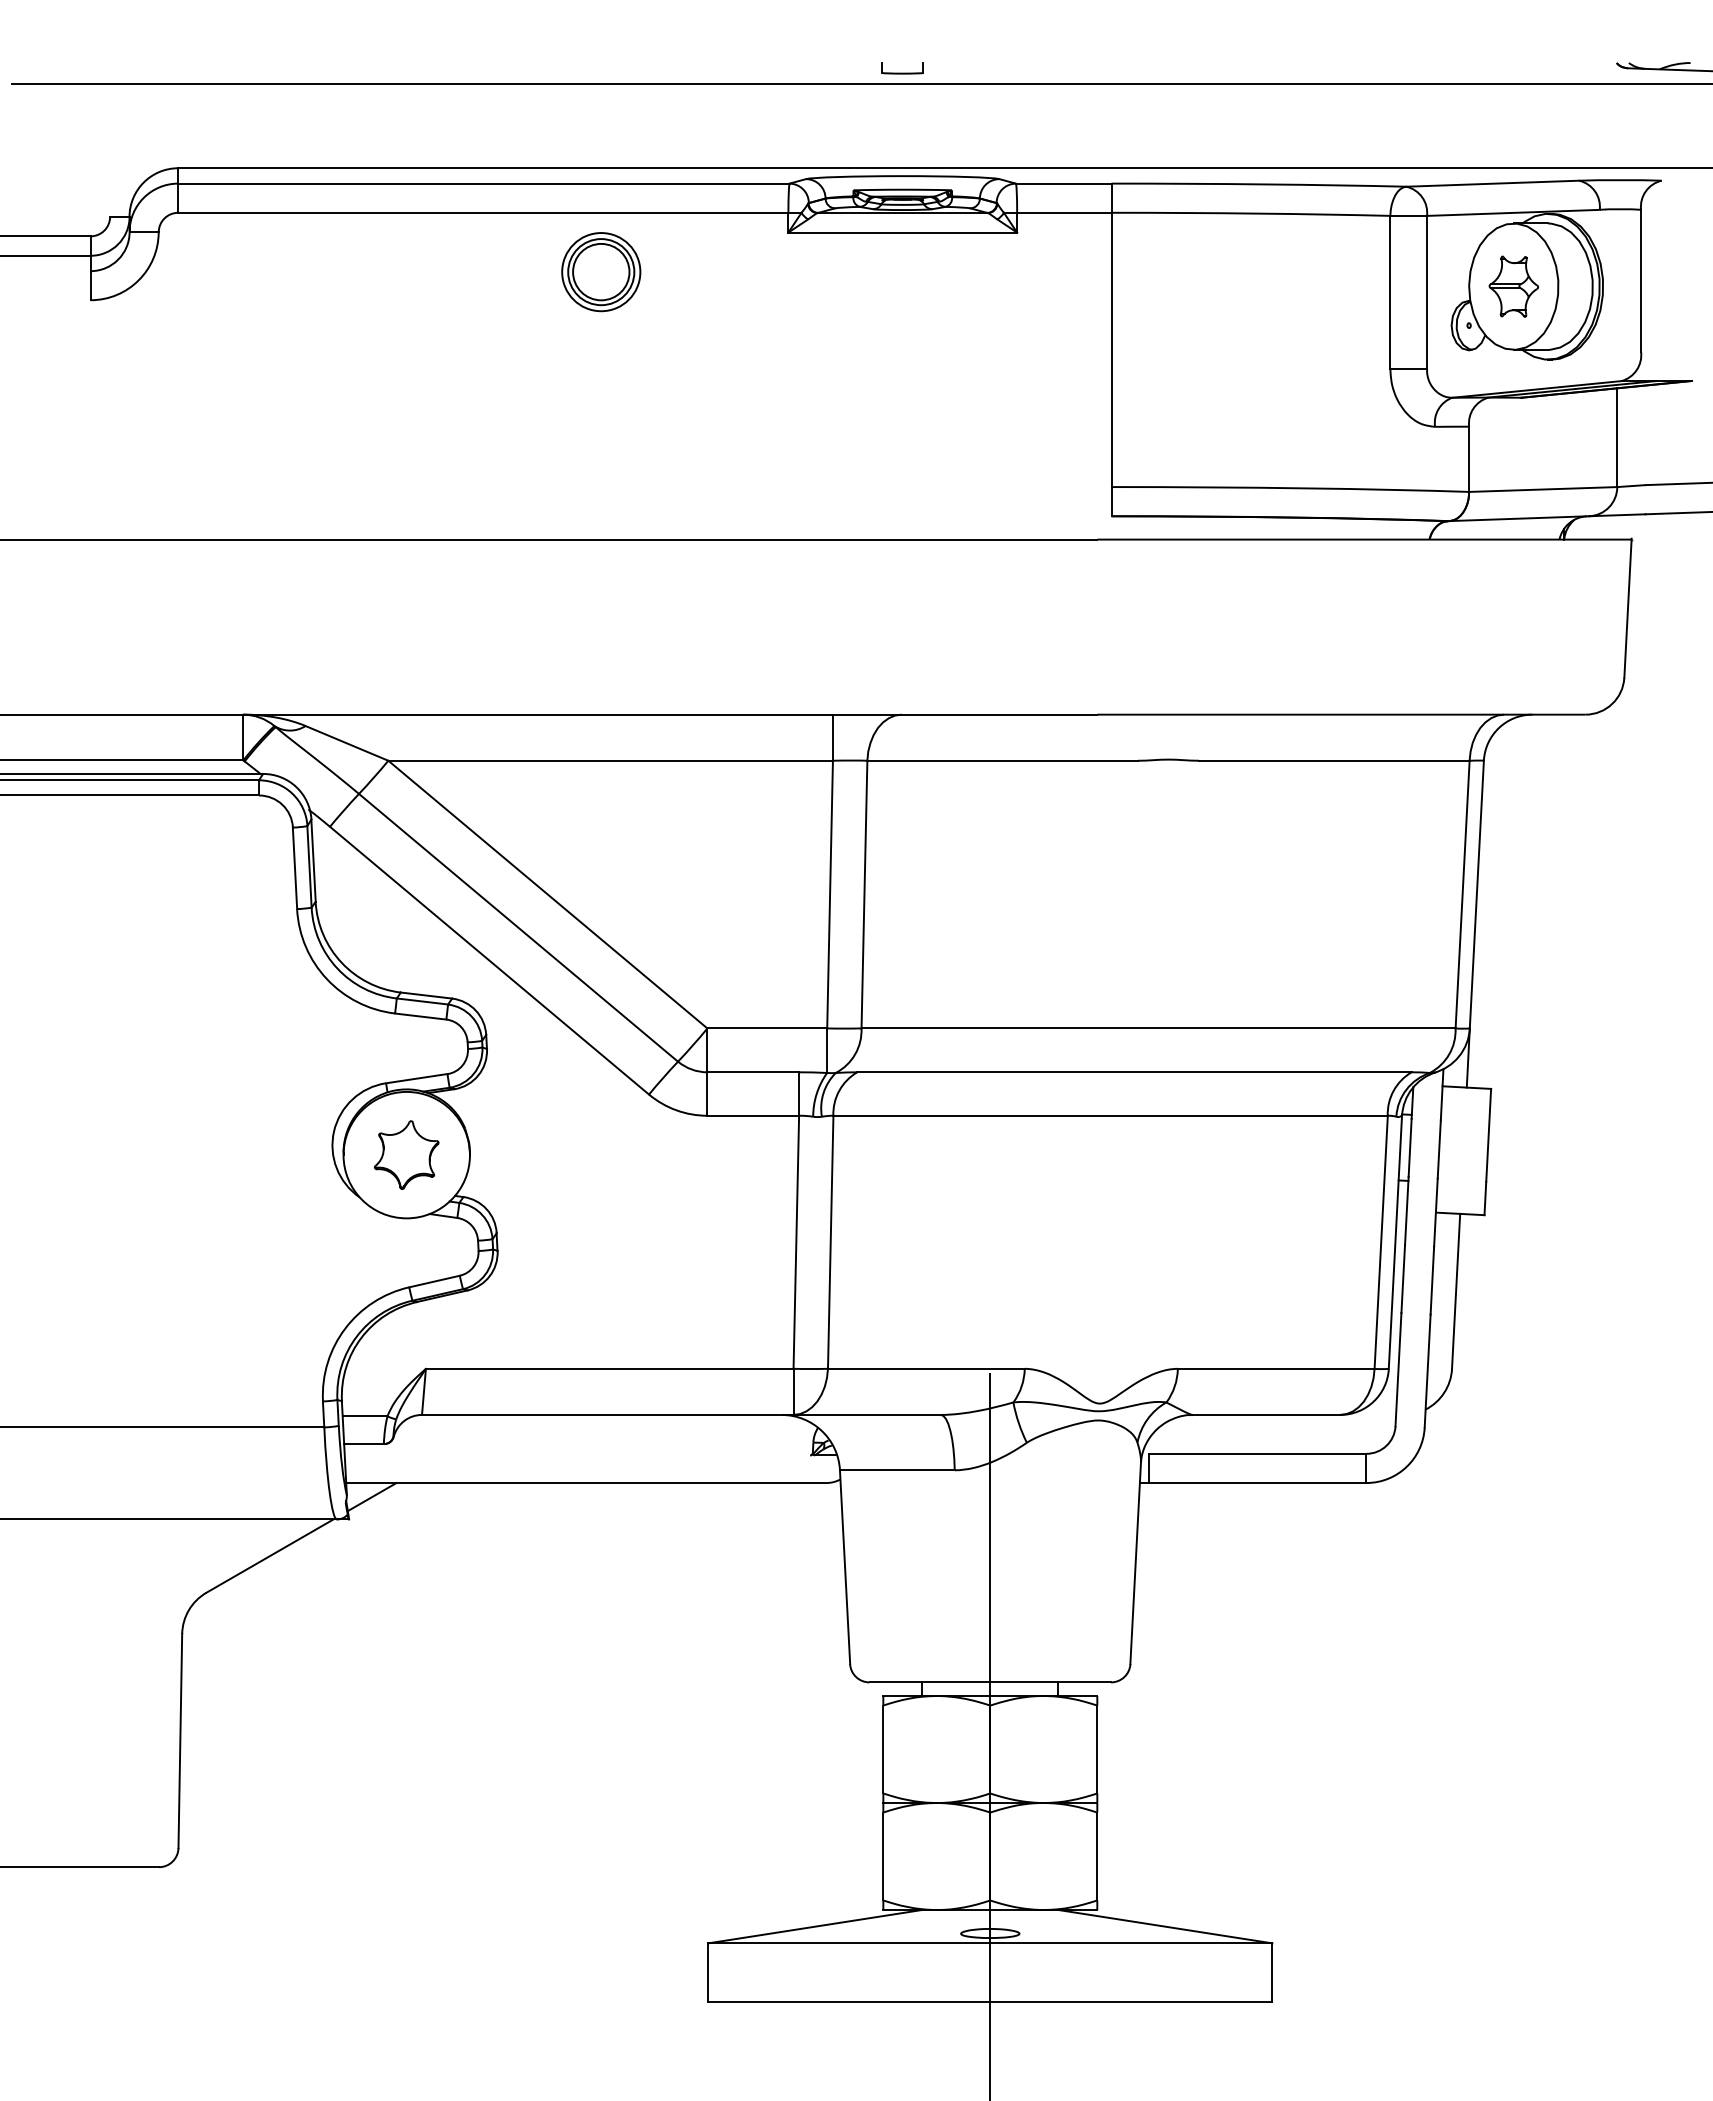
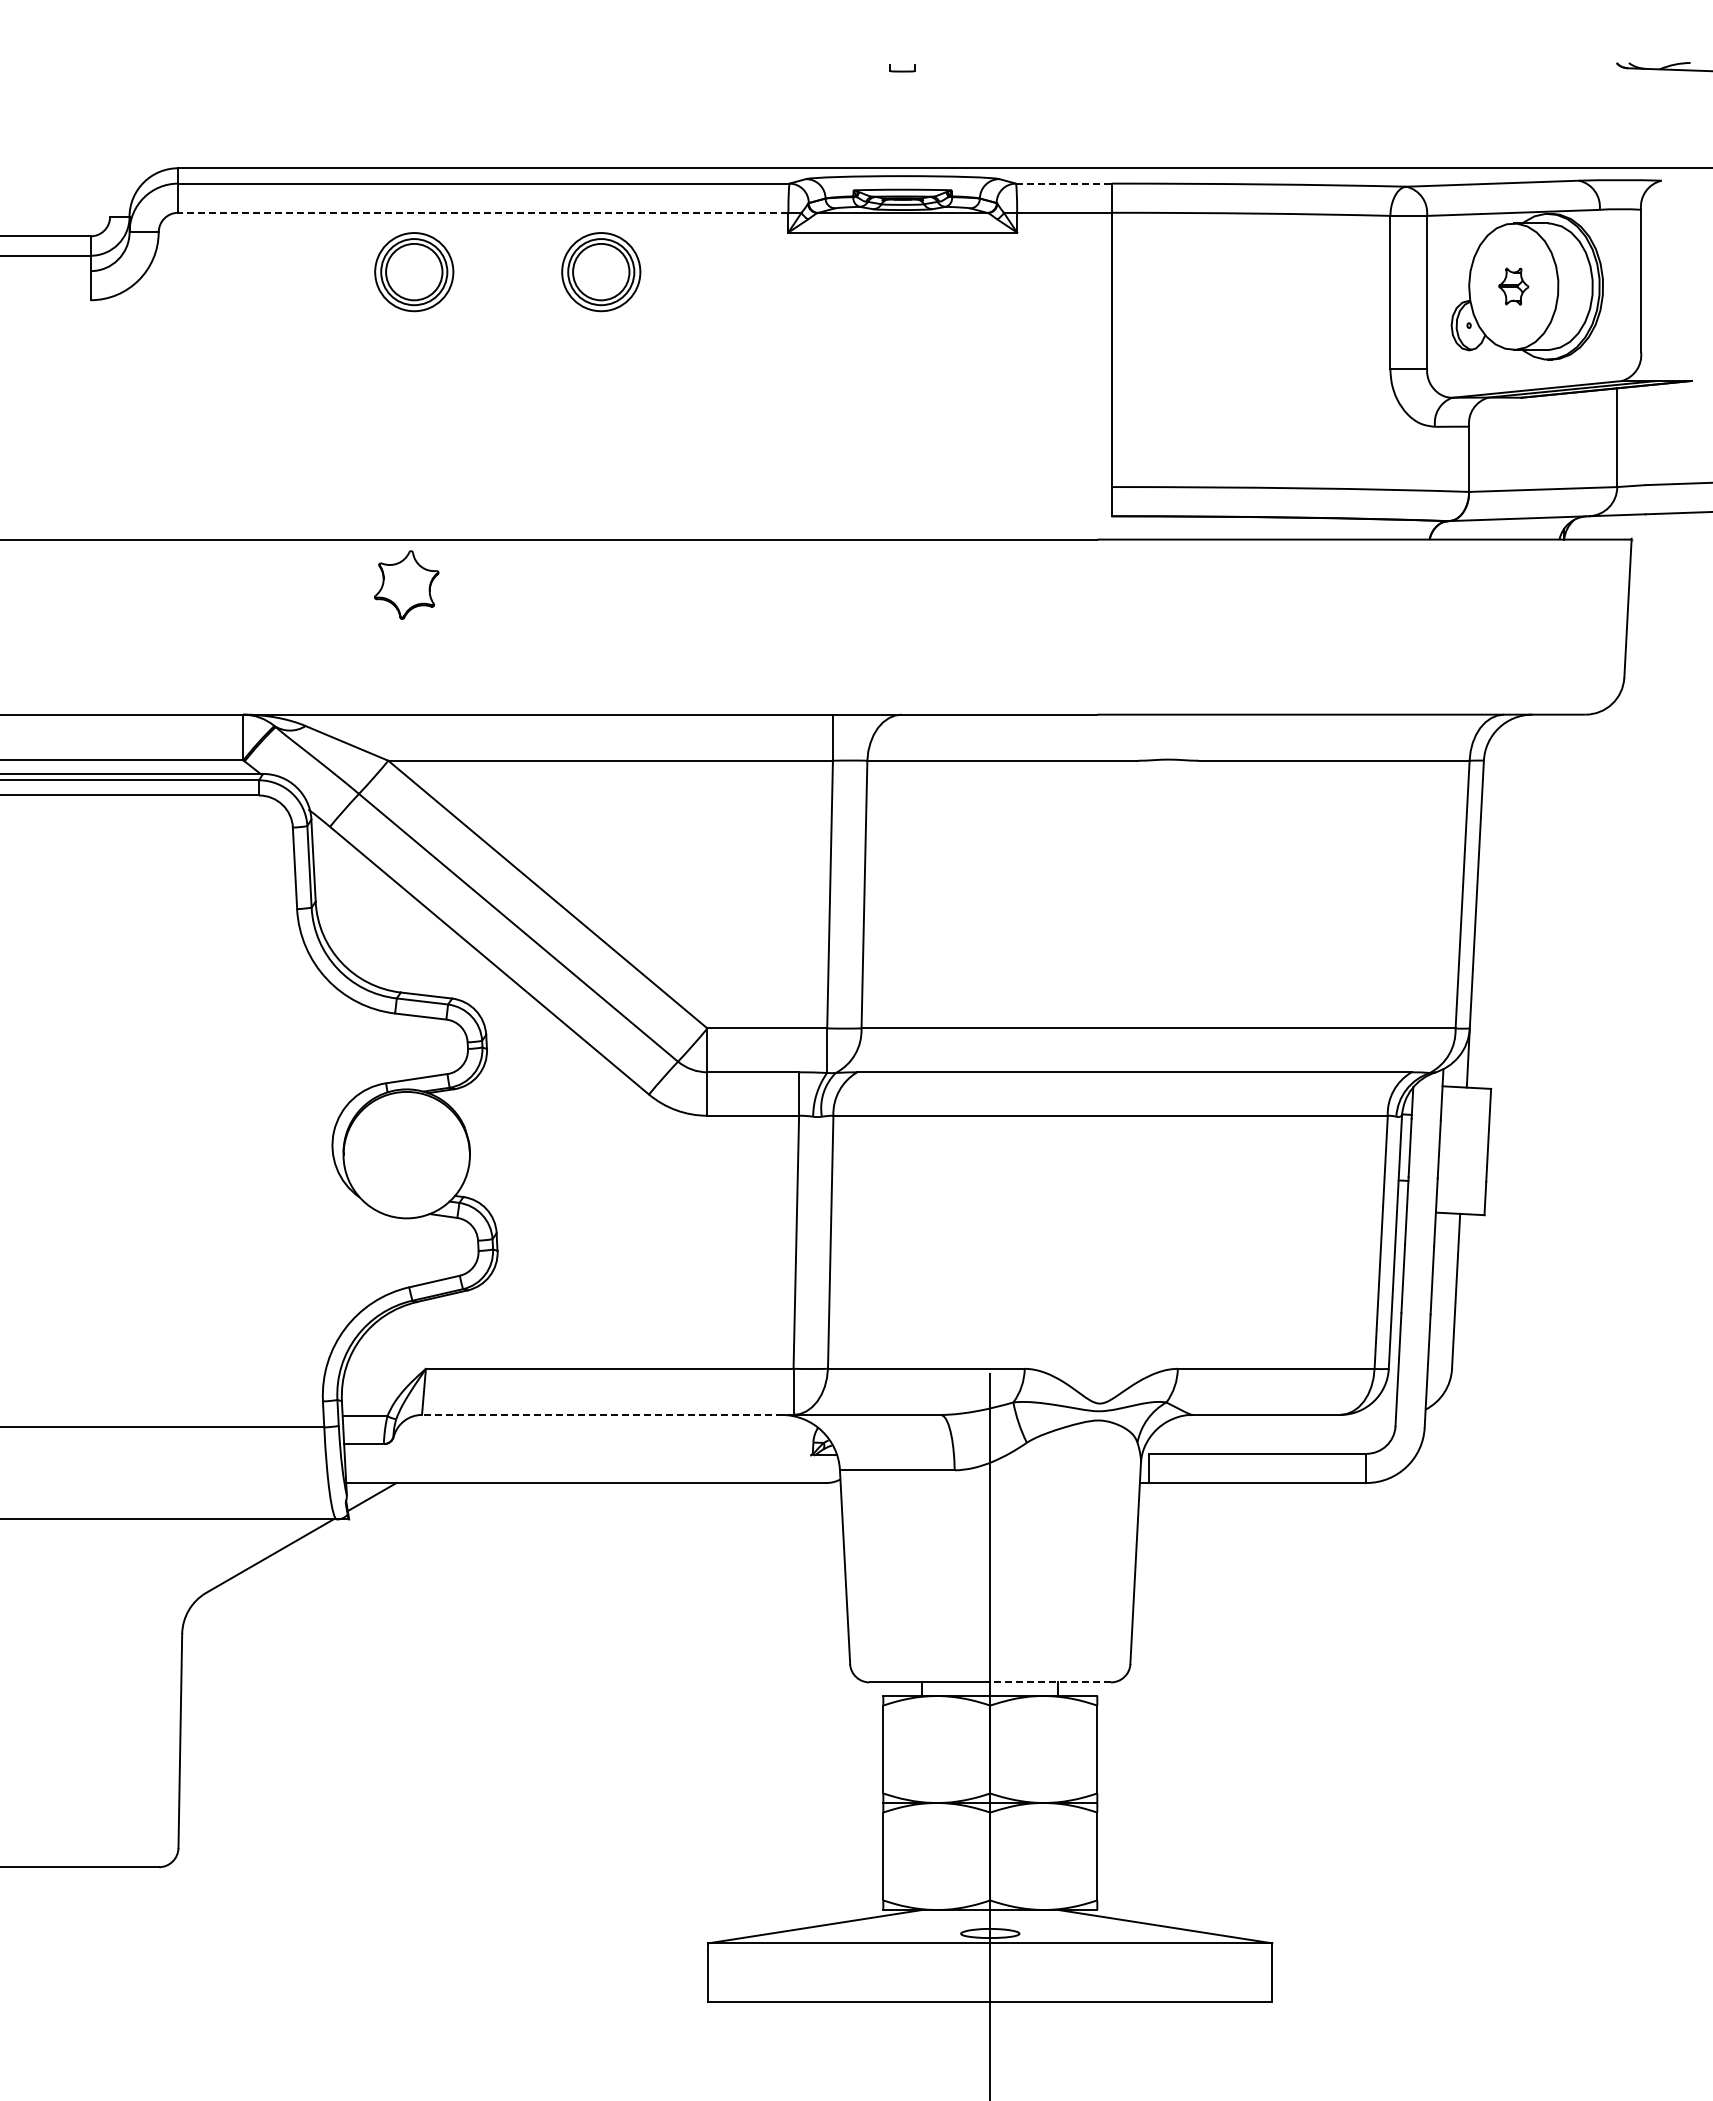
part at (902, 68) size: 43x13 px -> 27x9 px
line at (860, 84): present -> none
line at (1063, 183): solid -> dashed
line at (482, 212): solid -> dashed
part at (414, 272): none -> present
part at (1513, 286) size: 51x63 px -> 32x39 px
part at (406, 1154) position: (406, 1154) -> (406, 584)
line at (607, 1414): solid -> dashed
line at (1050, 1682): solid -> dashed
